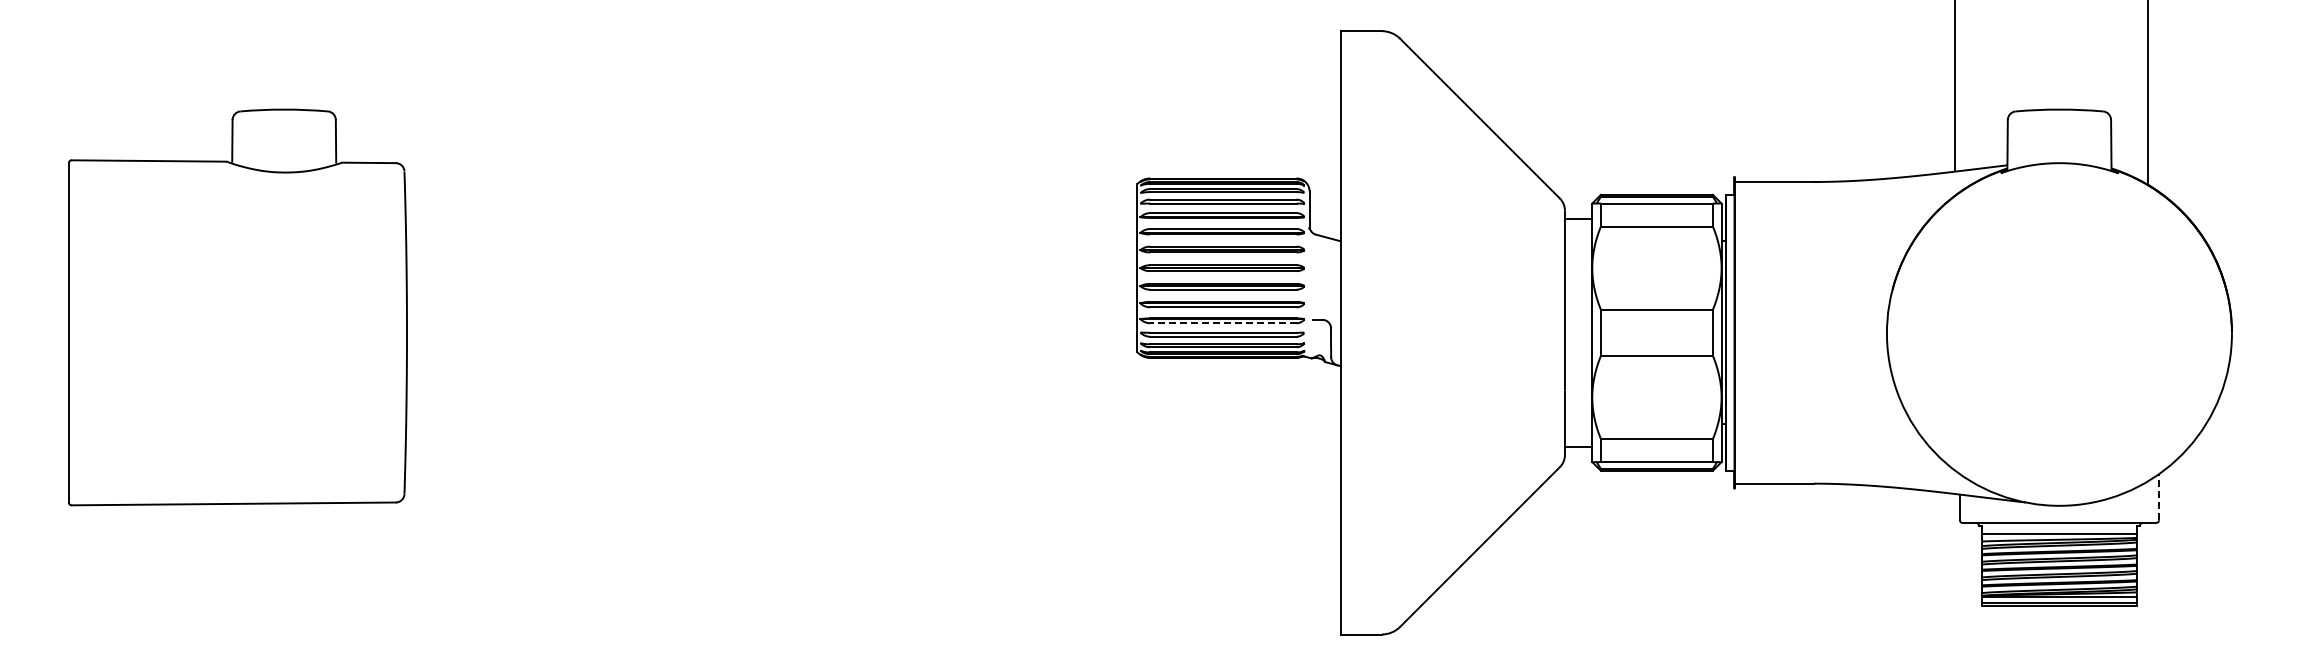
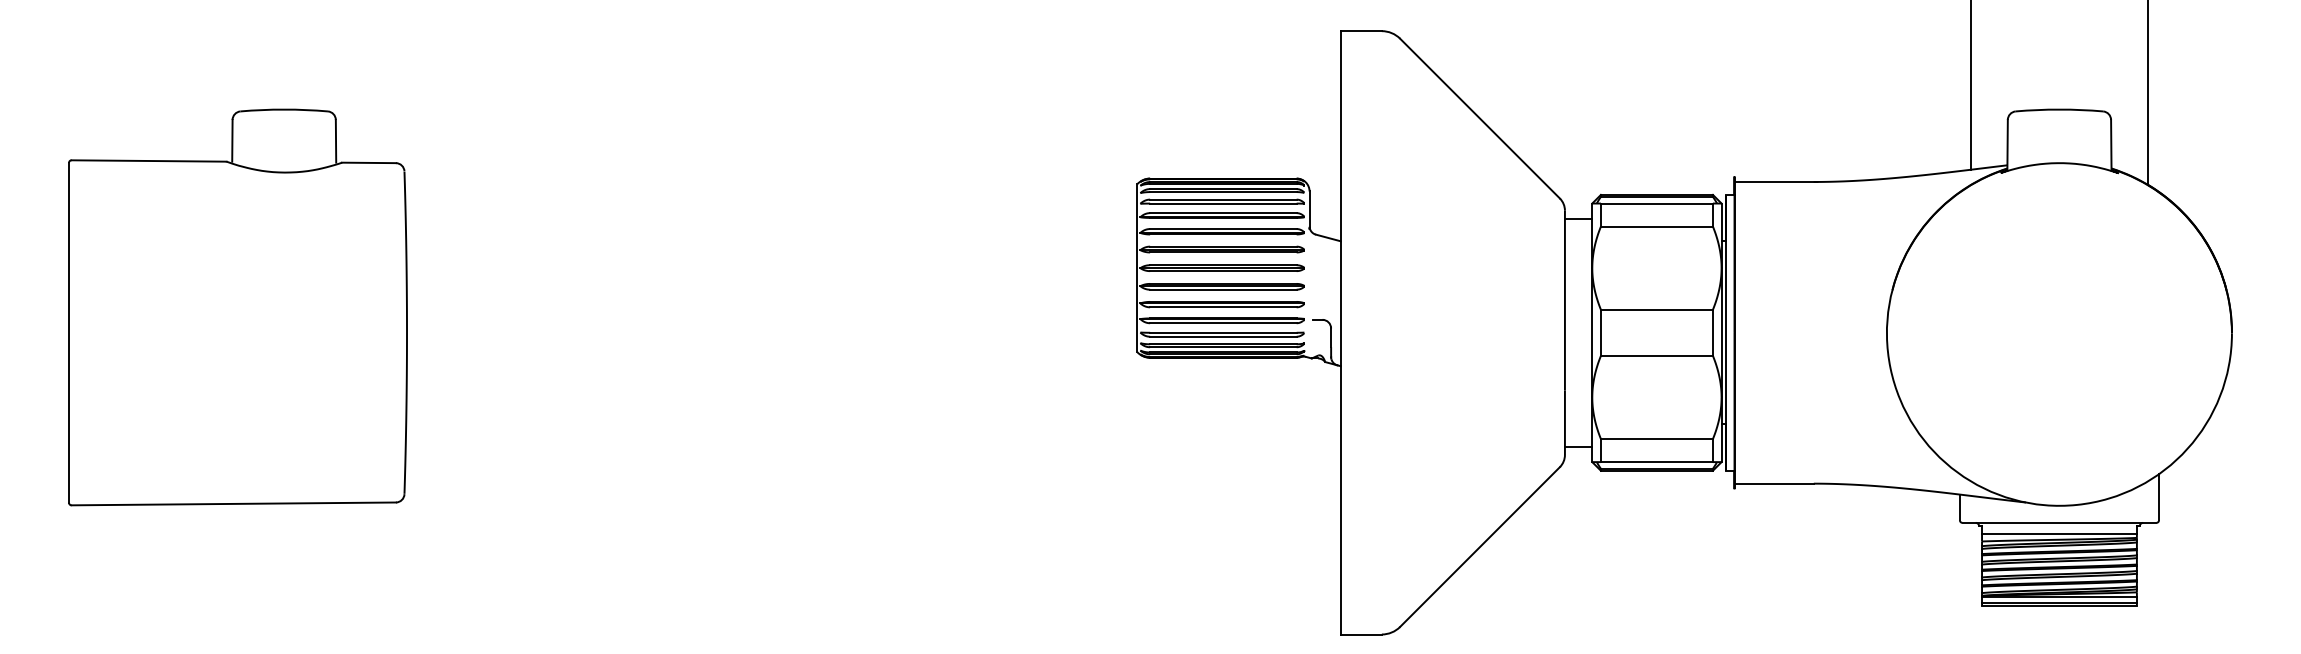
line at (1955, 85) position: (1955, 85) -> (1971, 85)
line at (1222, 323): dashed -> solid
line at (2159, 496): dashed -> solid
